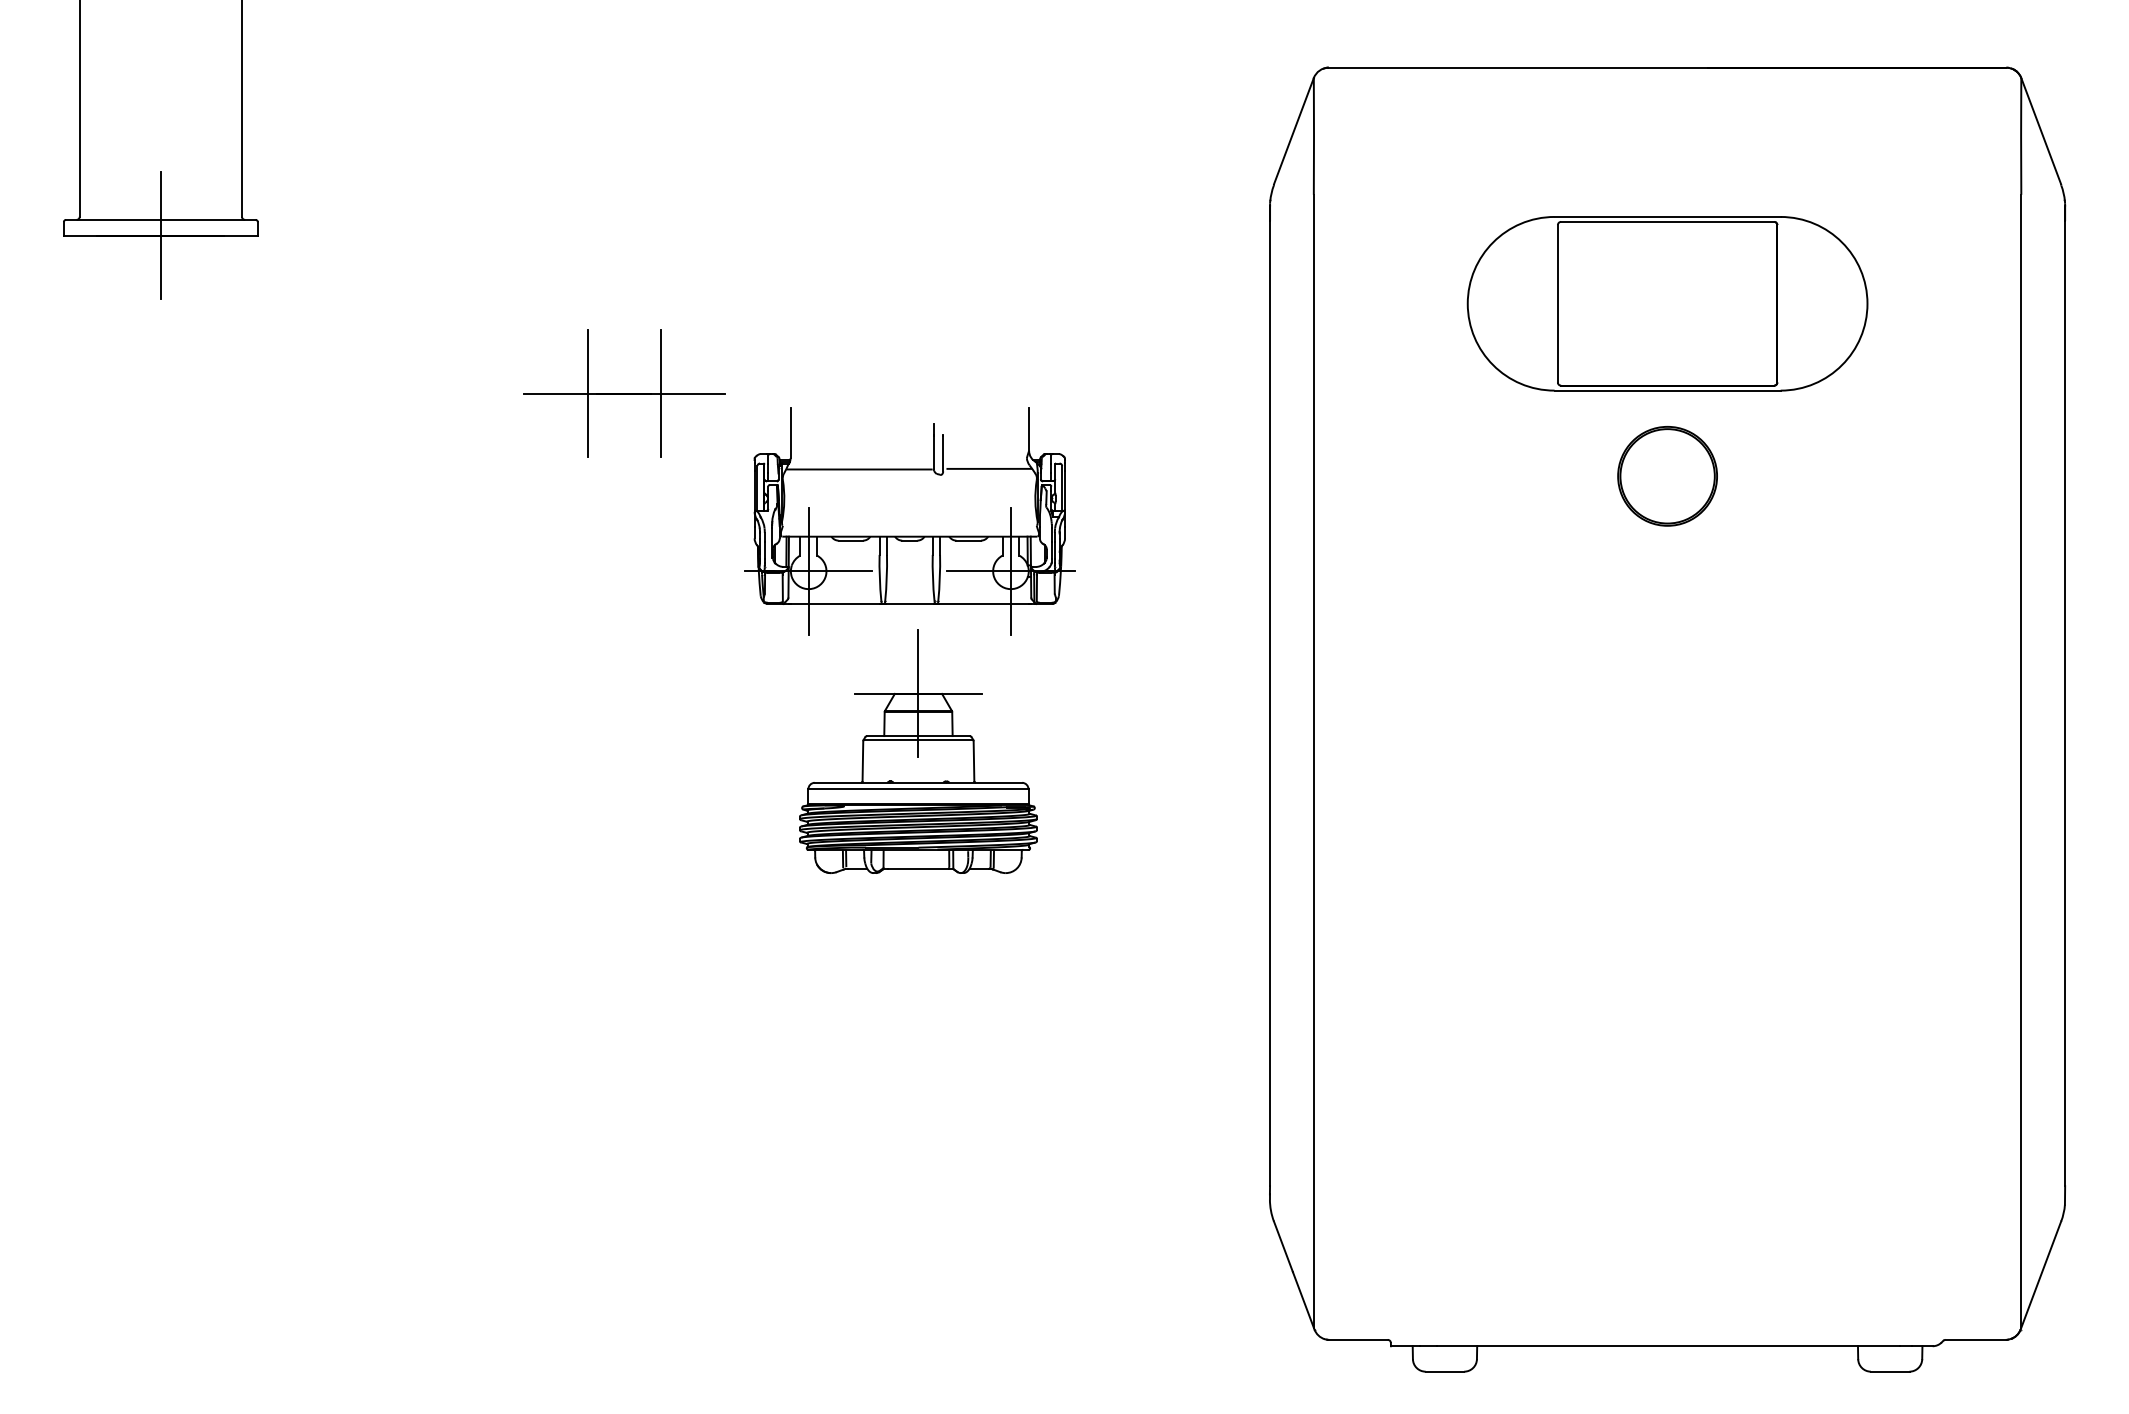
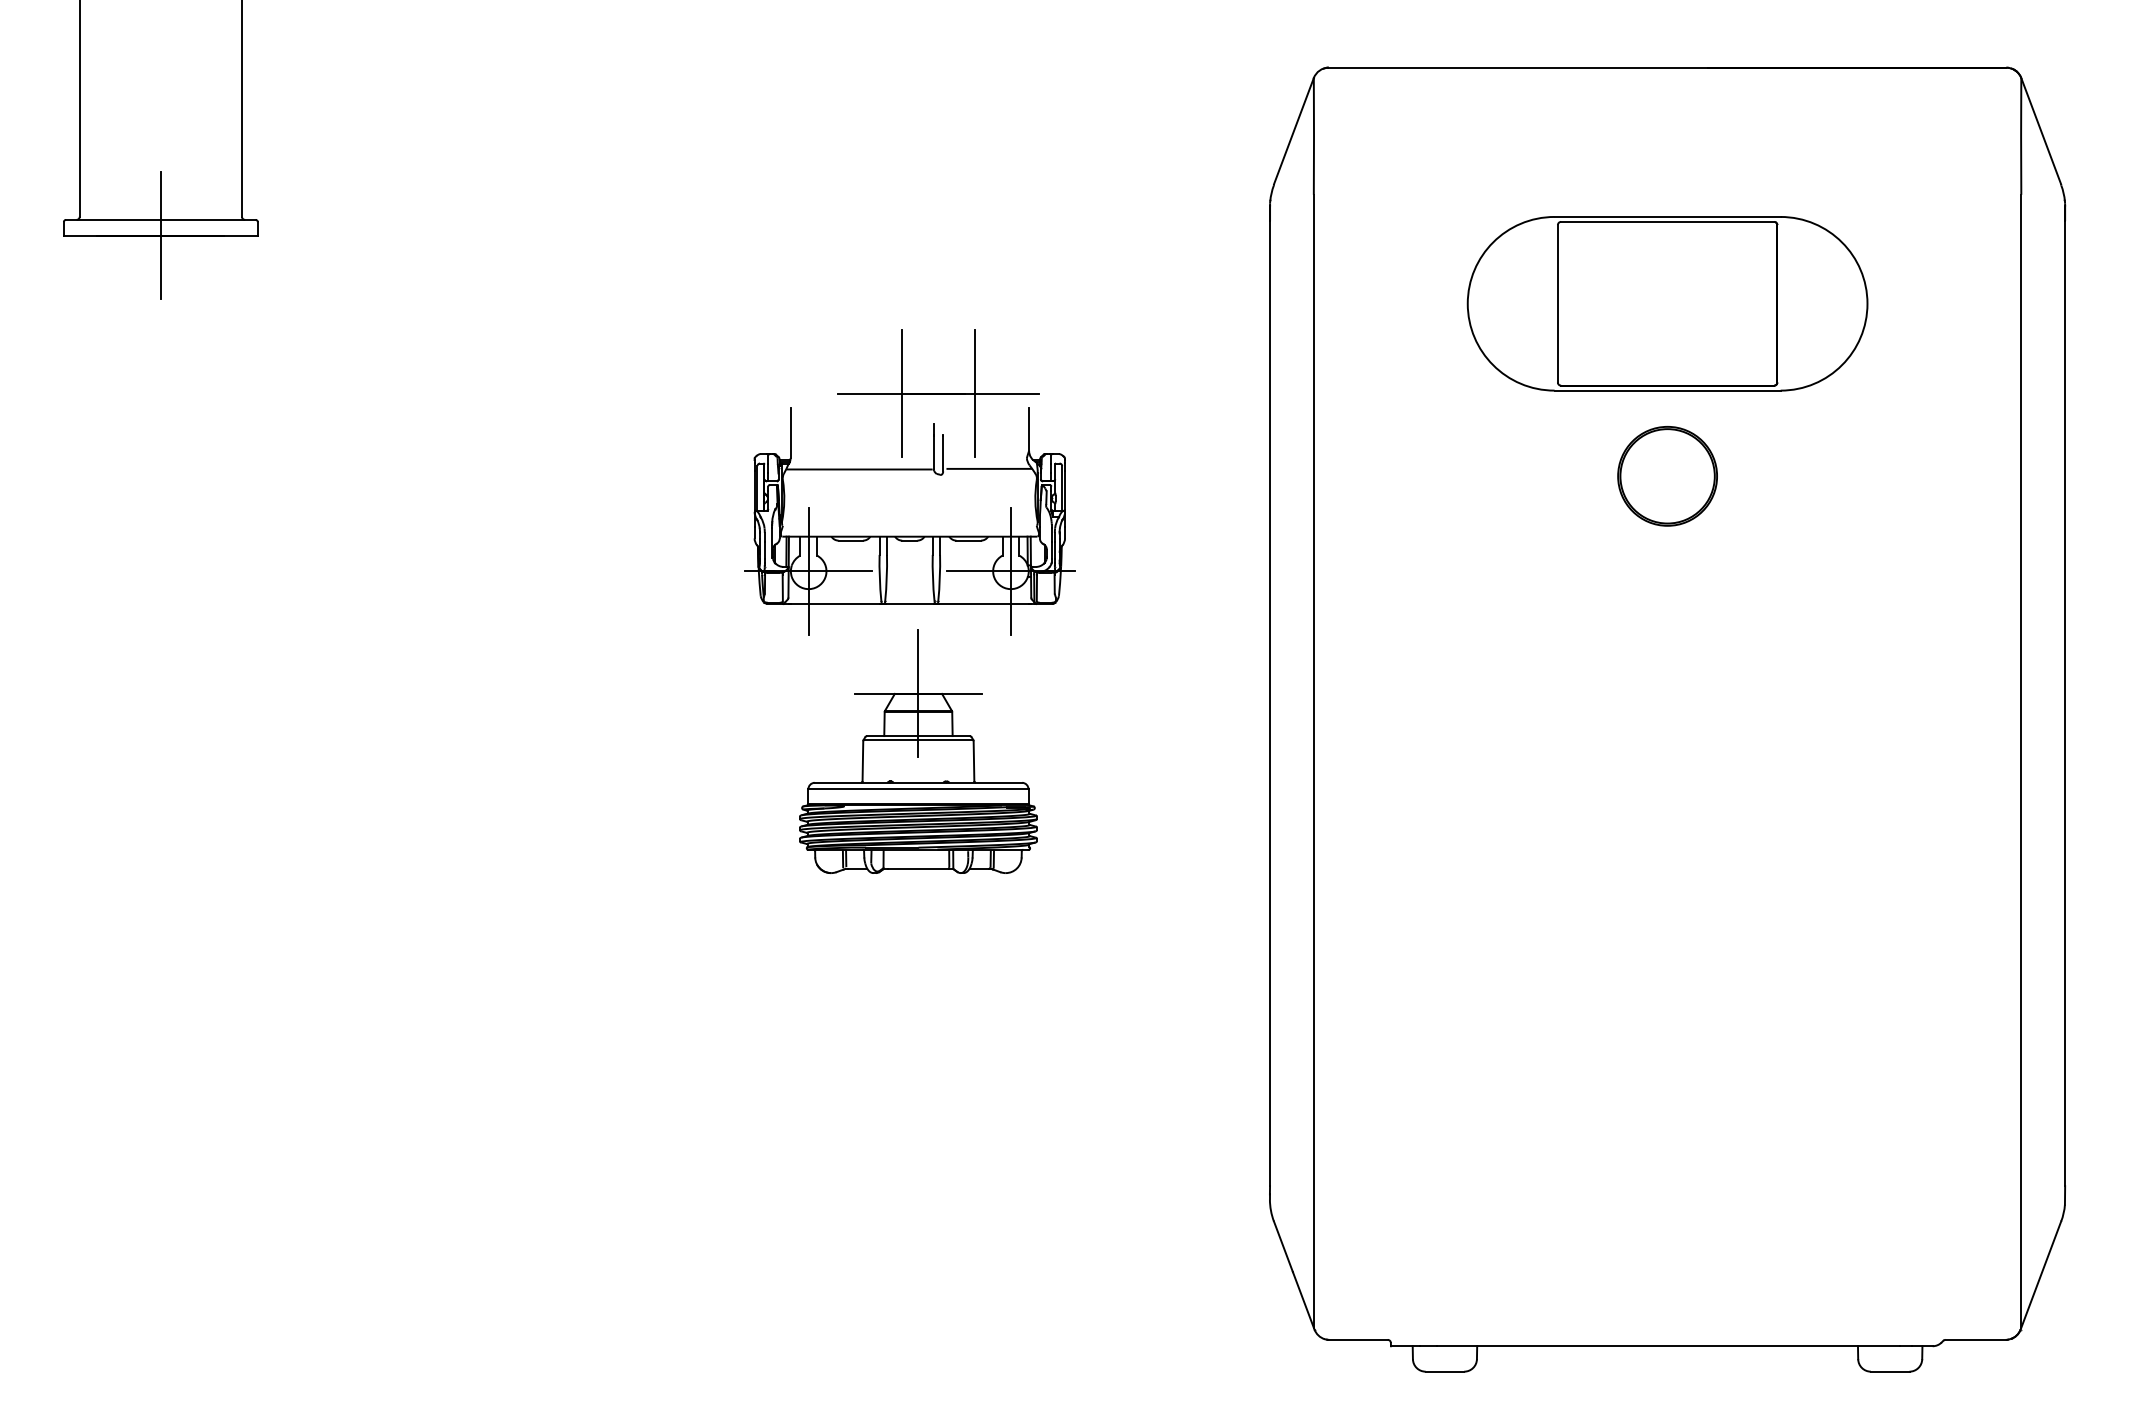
part at (624, 393) position: (624, 393) -> (938, 393)
